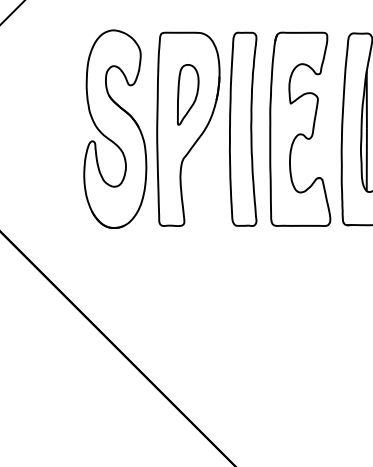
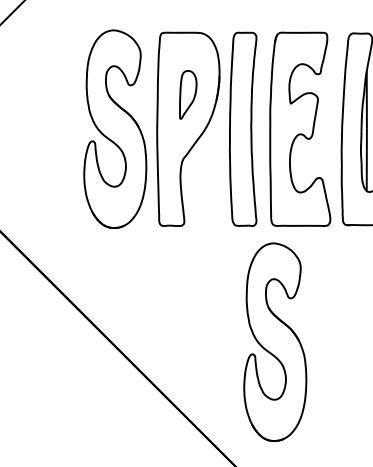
part at (188, 94) size: 23x62 px -> 19x50 px
part at (275, 341): none -> present
